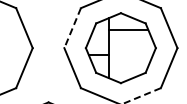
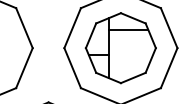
line at (72, 28): dashed -> solid
line at (141, 96): dashed -> solid
